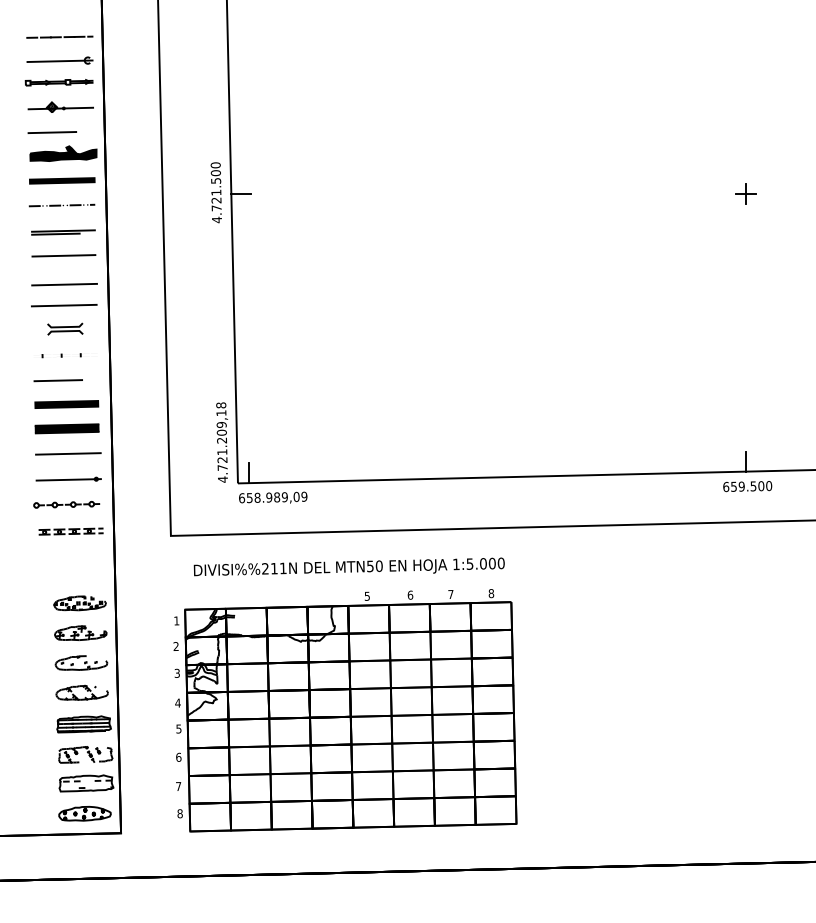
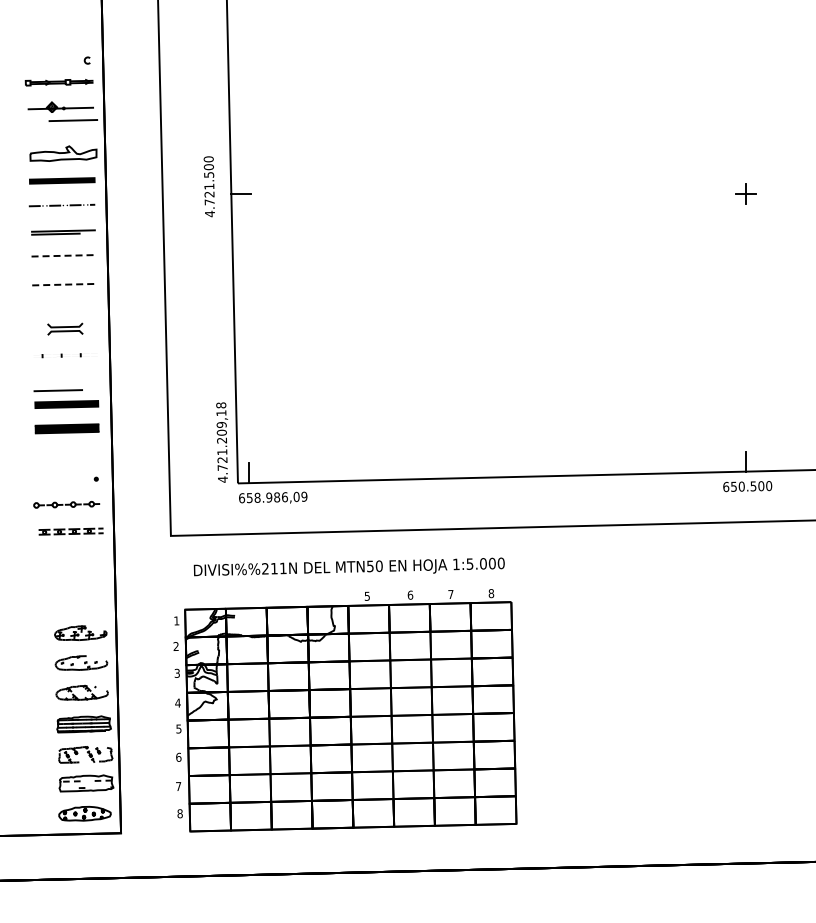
line at (59, 36): present -> none
line at (59, 61): present -> none
line at (51, 132) position: (51, 132) -> (72, 120)
fill at (63, 153): present -> none
text at (215, 192) position: (215, 192) -> (208, 186)
line at (64, 255): solid -> dashed
line at (65, 284): solid -> dashed
line at (63, 305): present -> none
line at (57, 380) position: (57, 380) -> (57, 390)
line at (68, 453): present -> none
line at (68, 479): present -> none
text at (741, 486): 659.500 -> 650.500
text at (284, 497): 658.989,09 -> 658.986,09
part at (79, 603): present -> none
